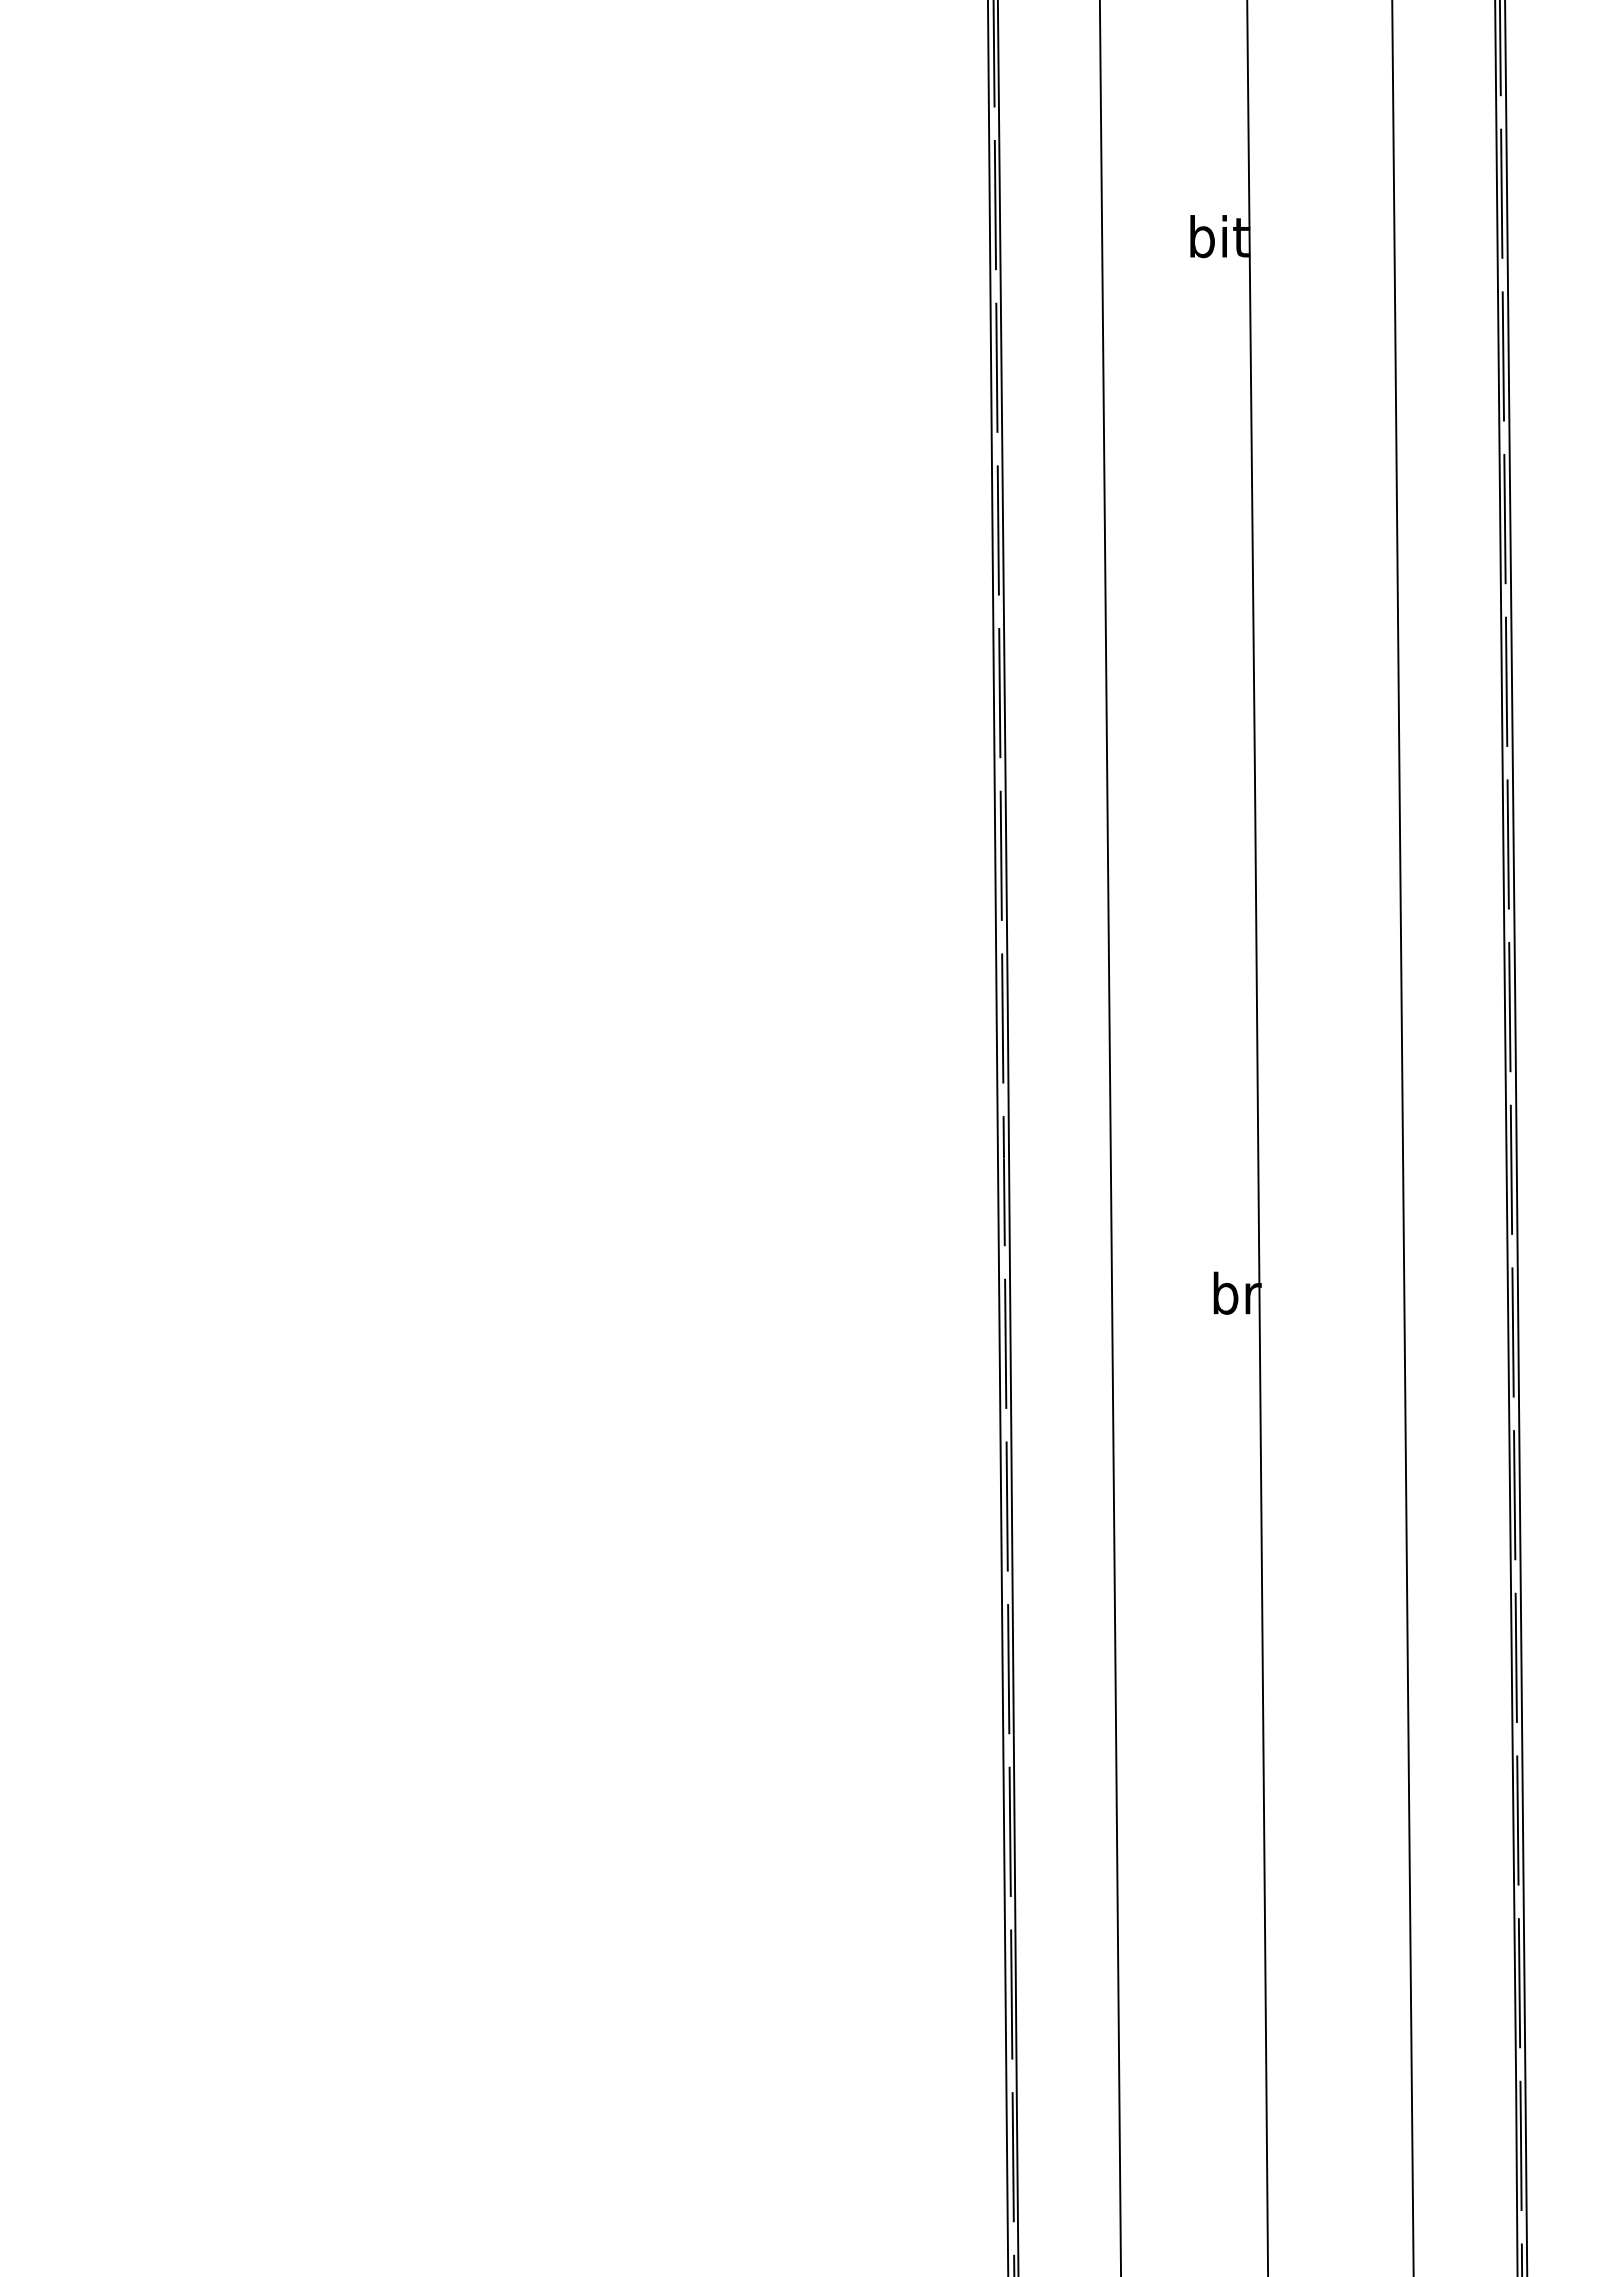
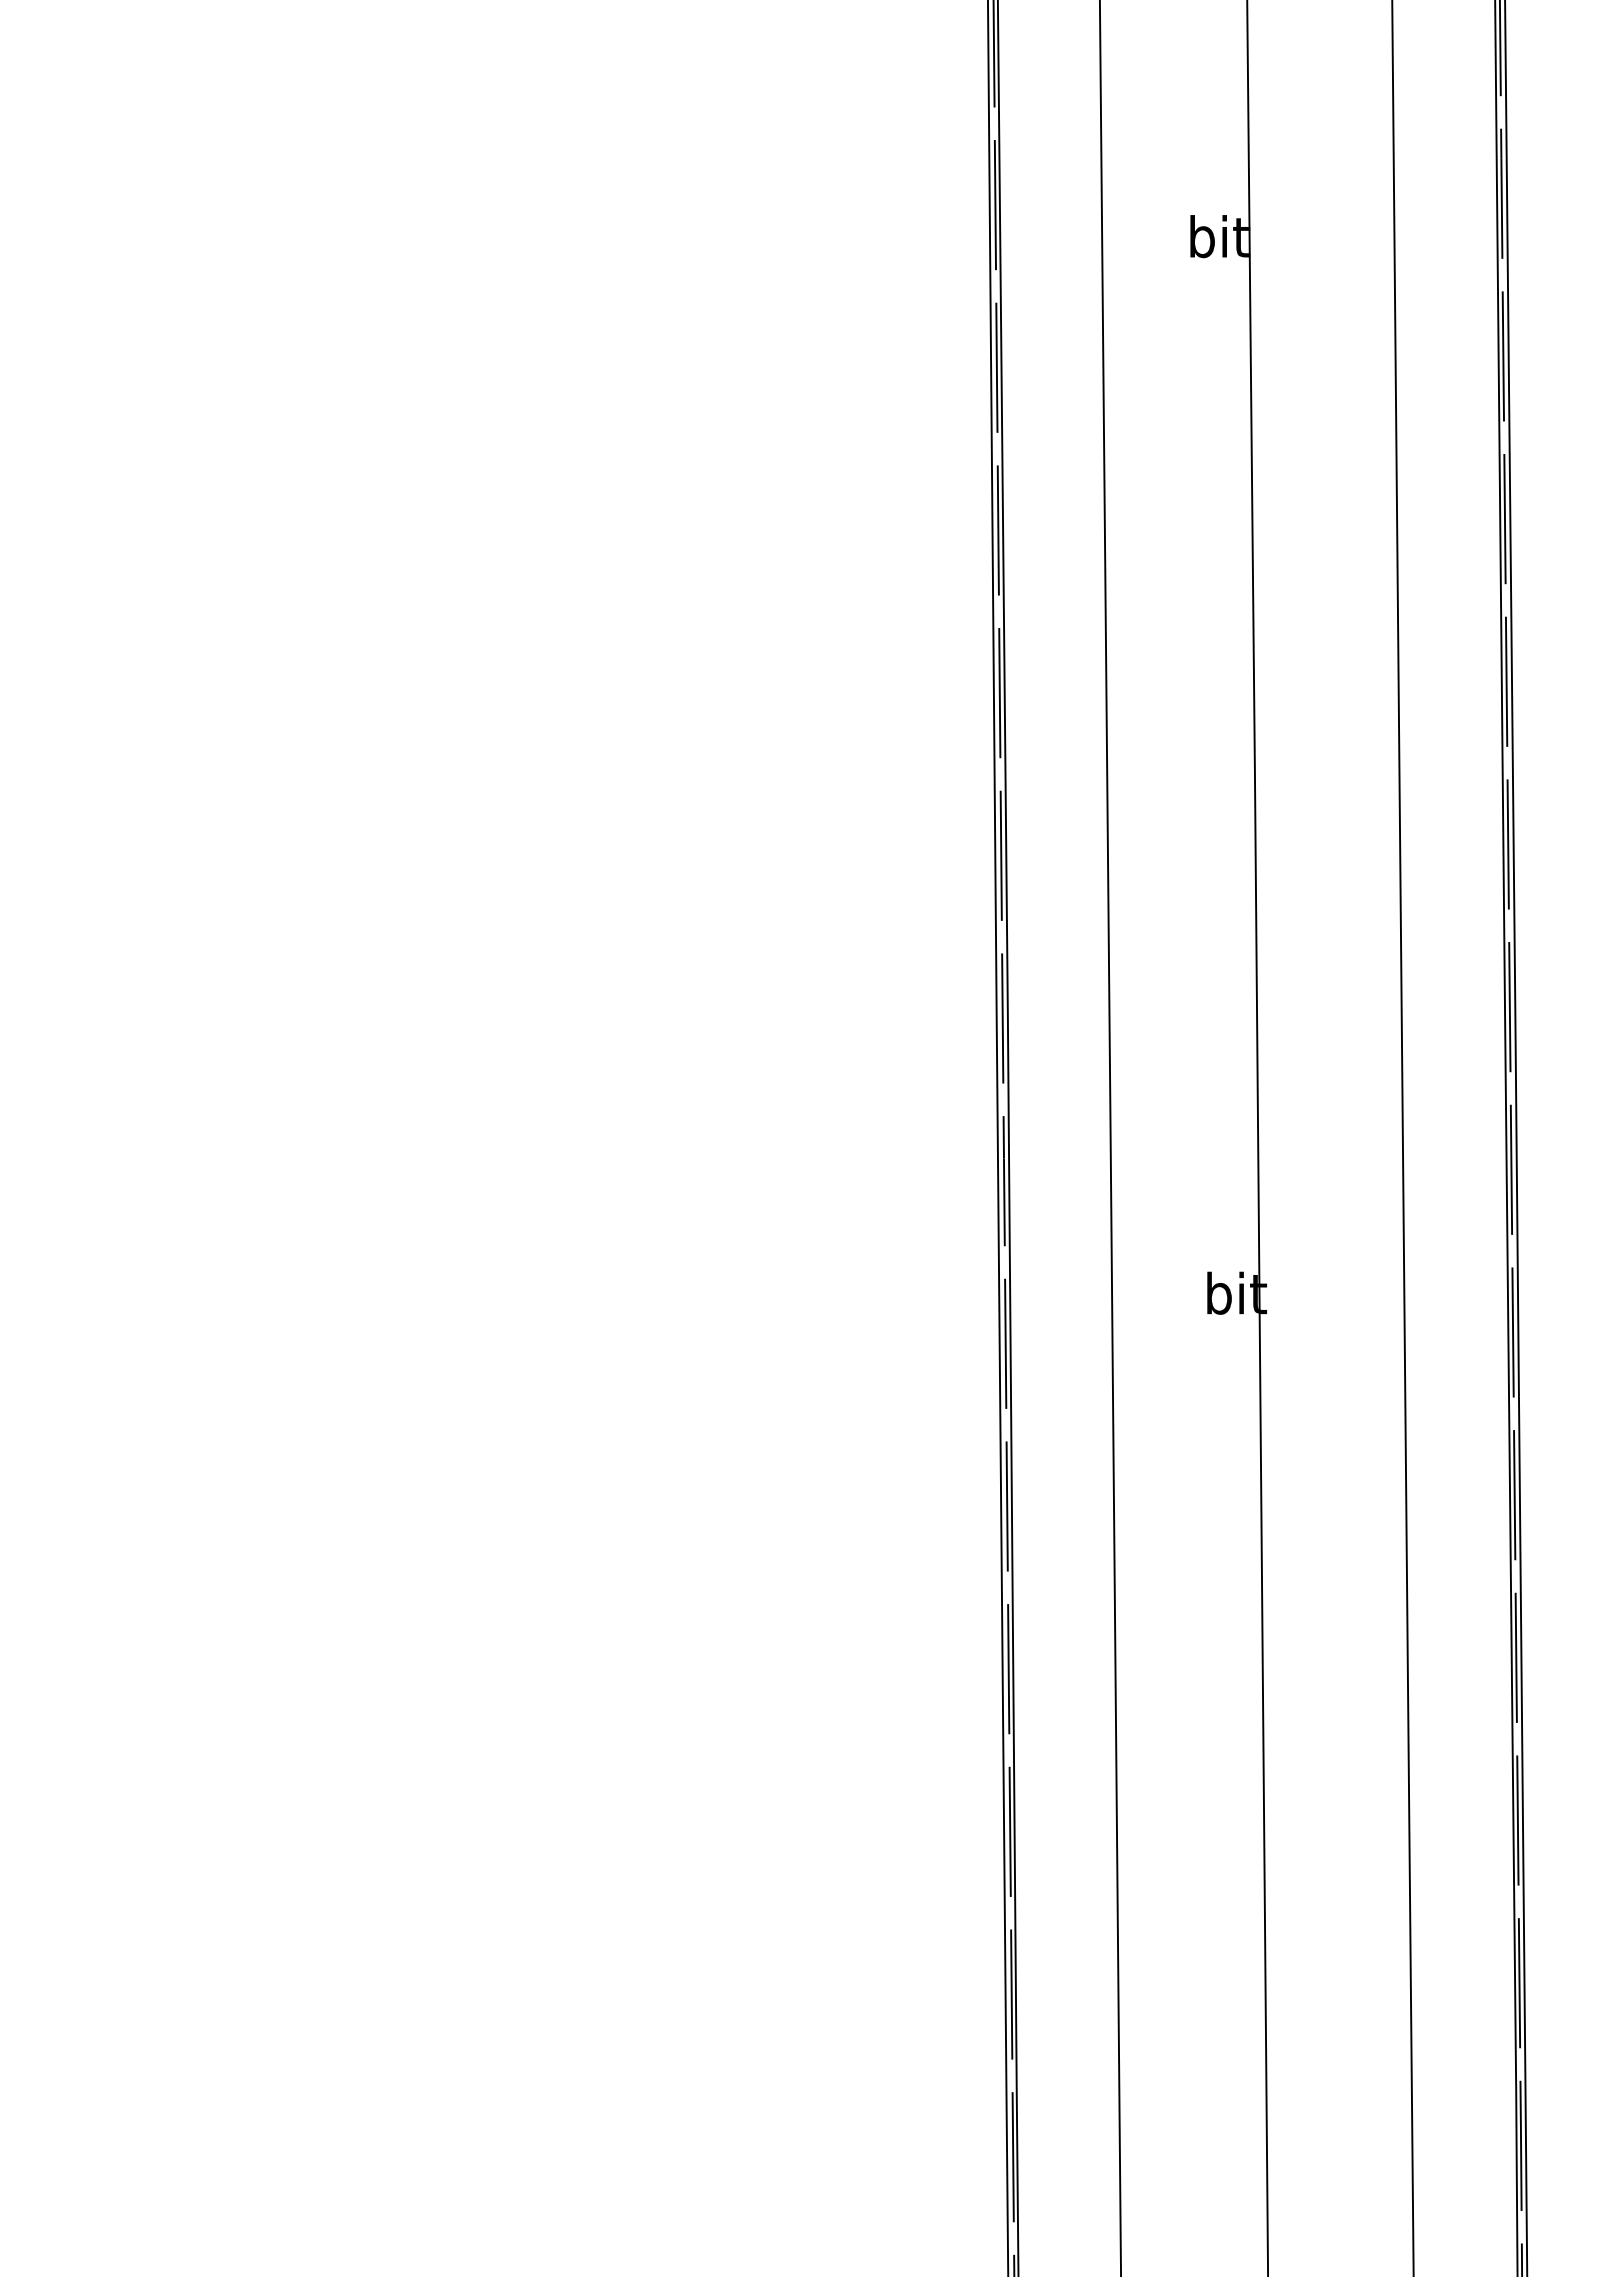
text at (1237, 1292): br -> bit
